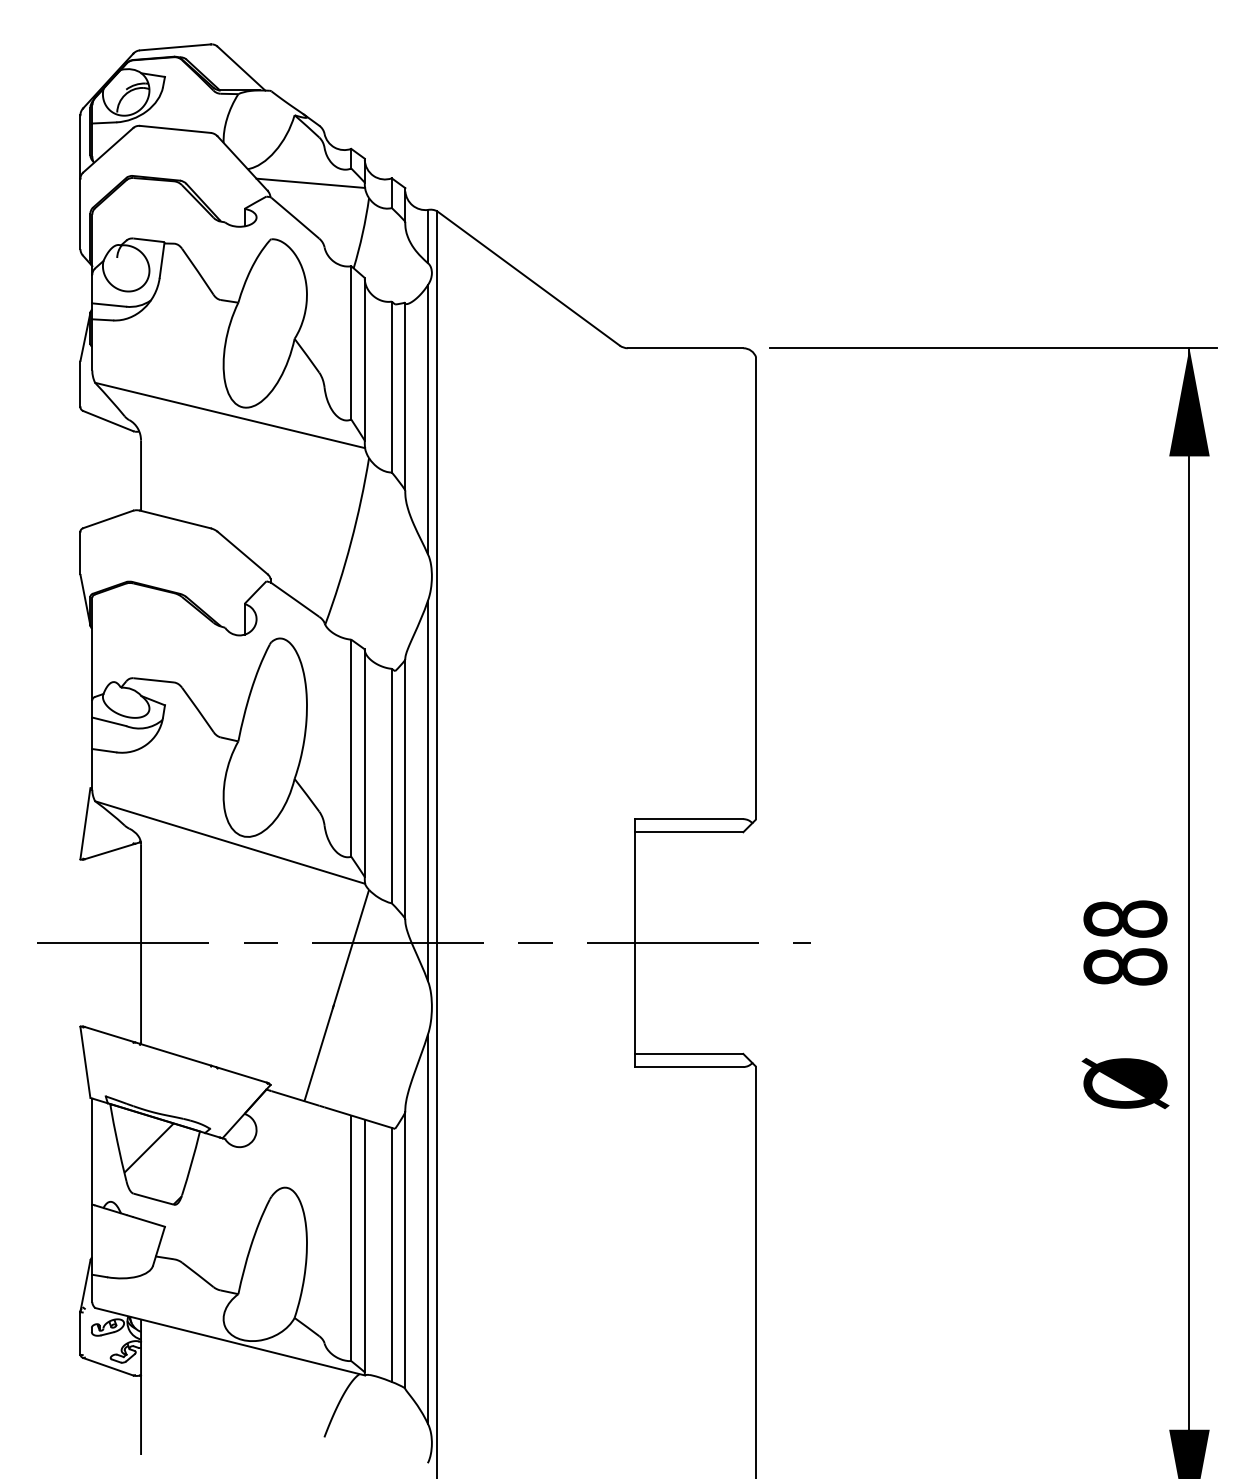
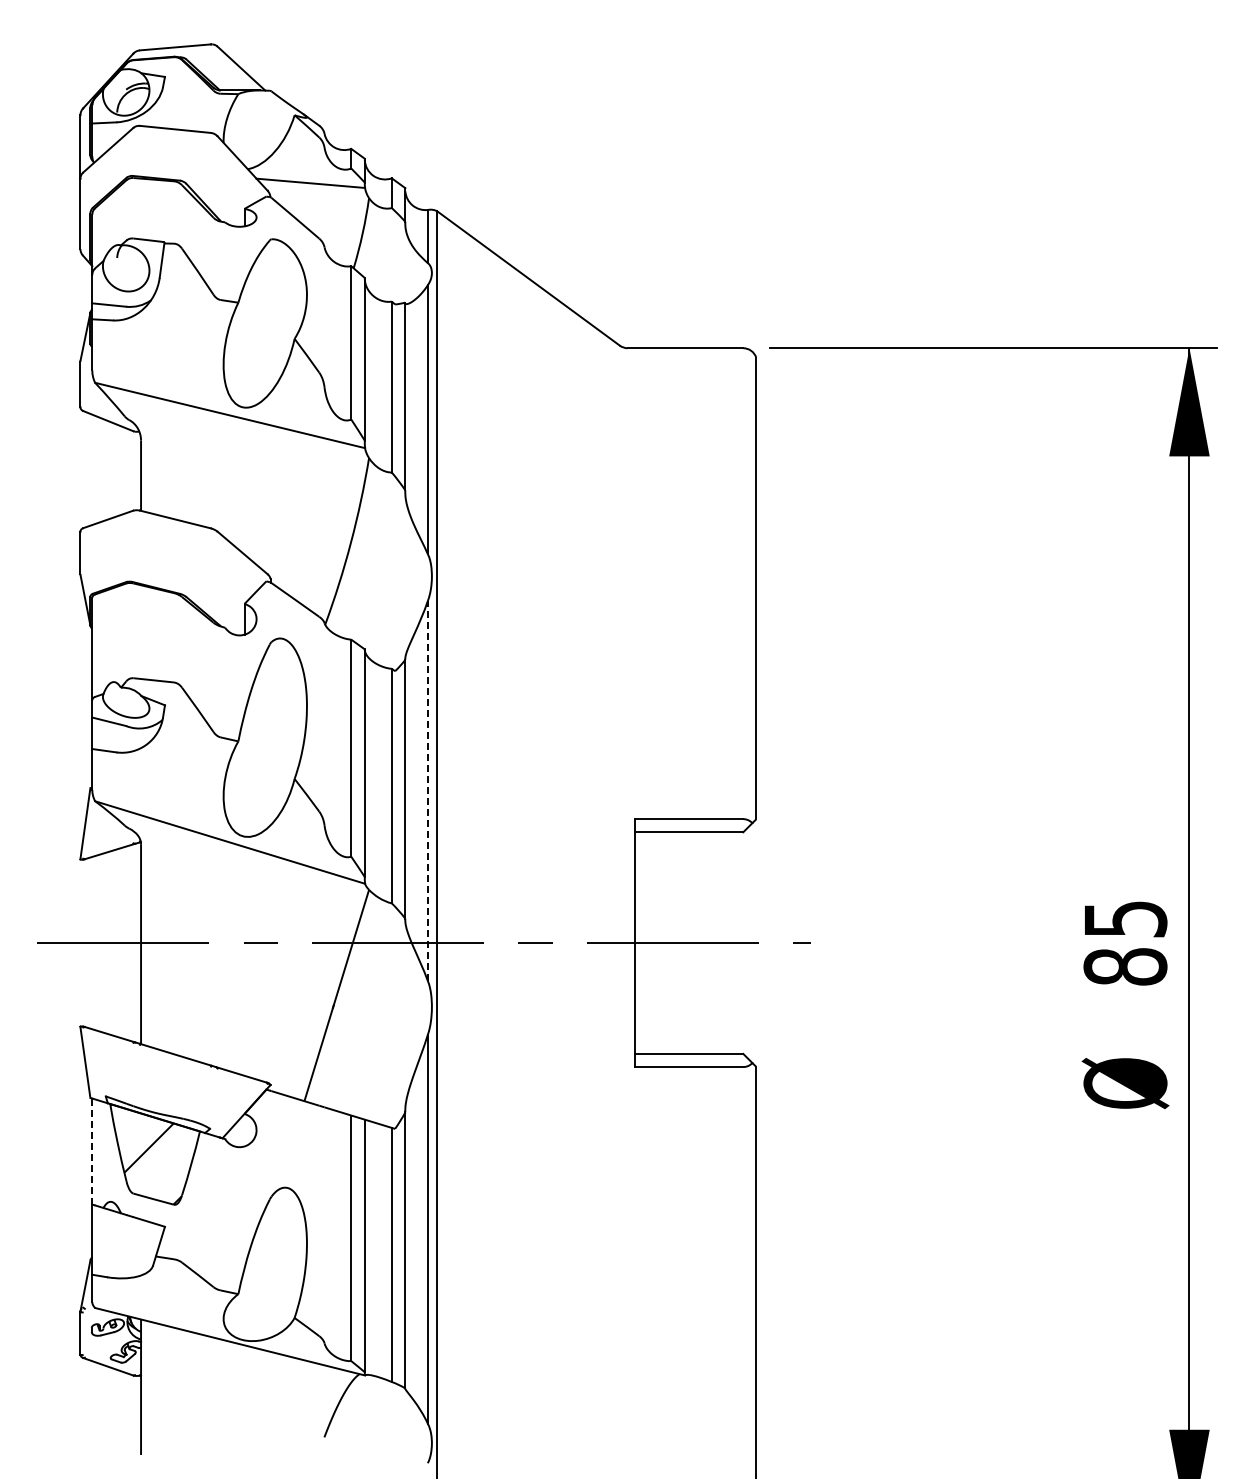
line at (427, 791): solid -> dashed
text at (1125, 918): 88 -> 85
line at (92, 1151): solid -> dashed
